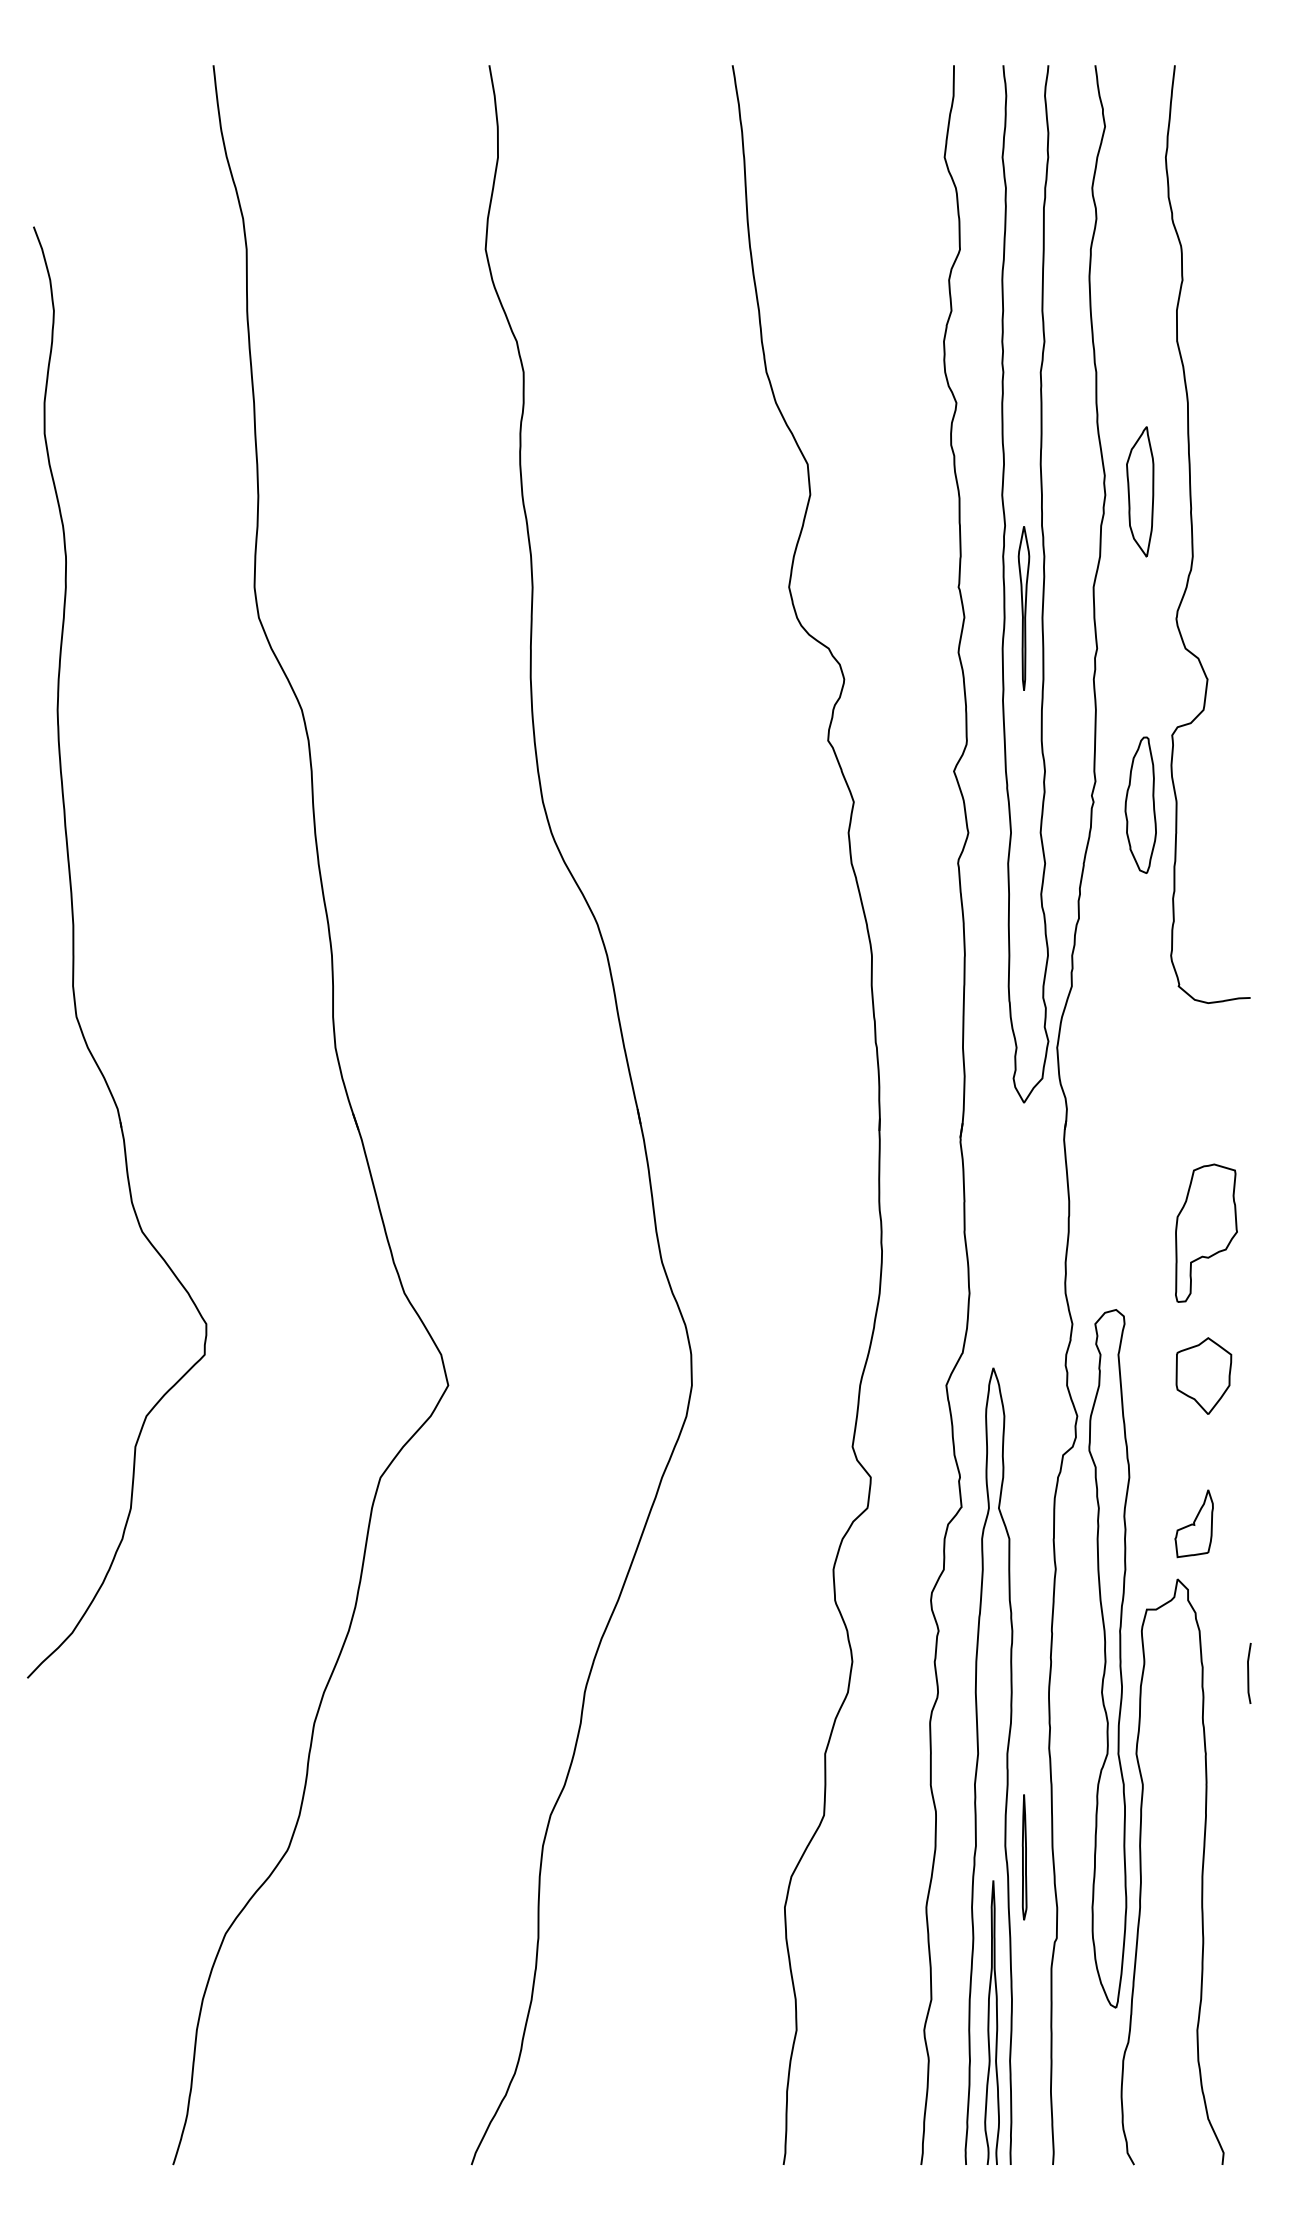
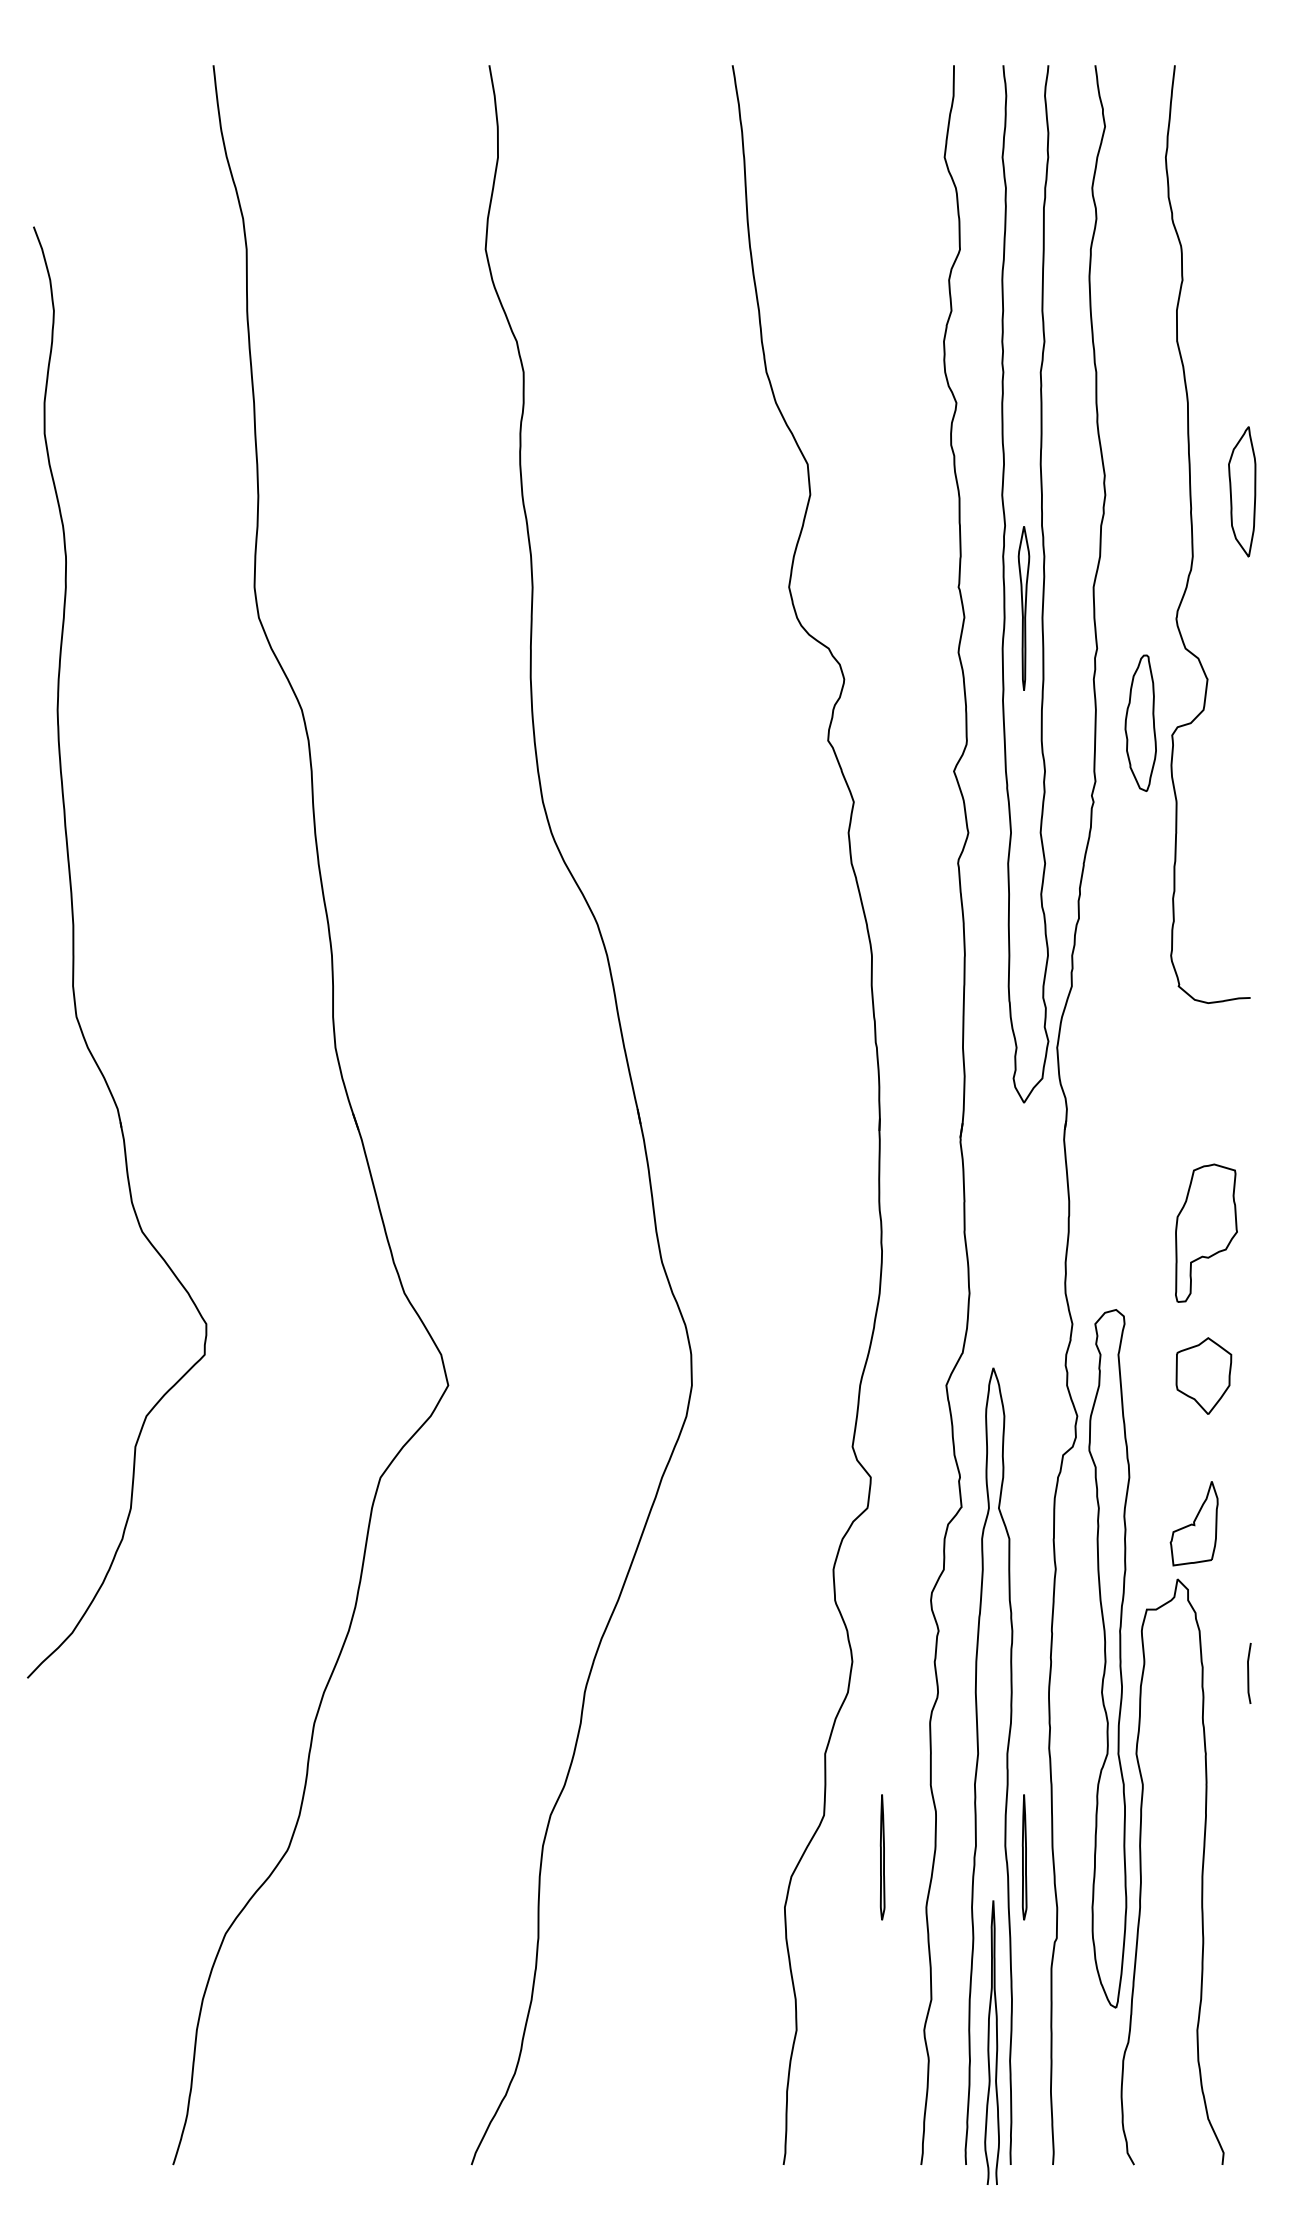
part at (1140, 491) position: (1140, 491) -> (1242, 491)
part at (1140, 804) position: (1140, 804) -> (1140, 722)
part at (1193, 1523) size: 40x70 px -> 50x86 px
part at (882, 1857): none -> present
curve at (989, 2022) position: (989, 2022) -> (989, 2042)
